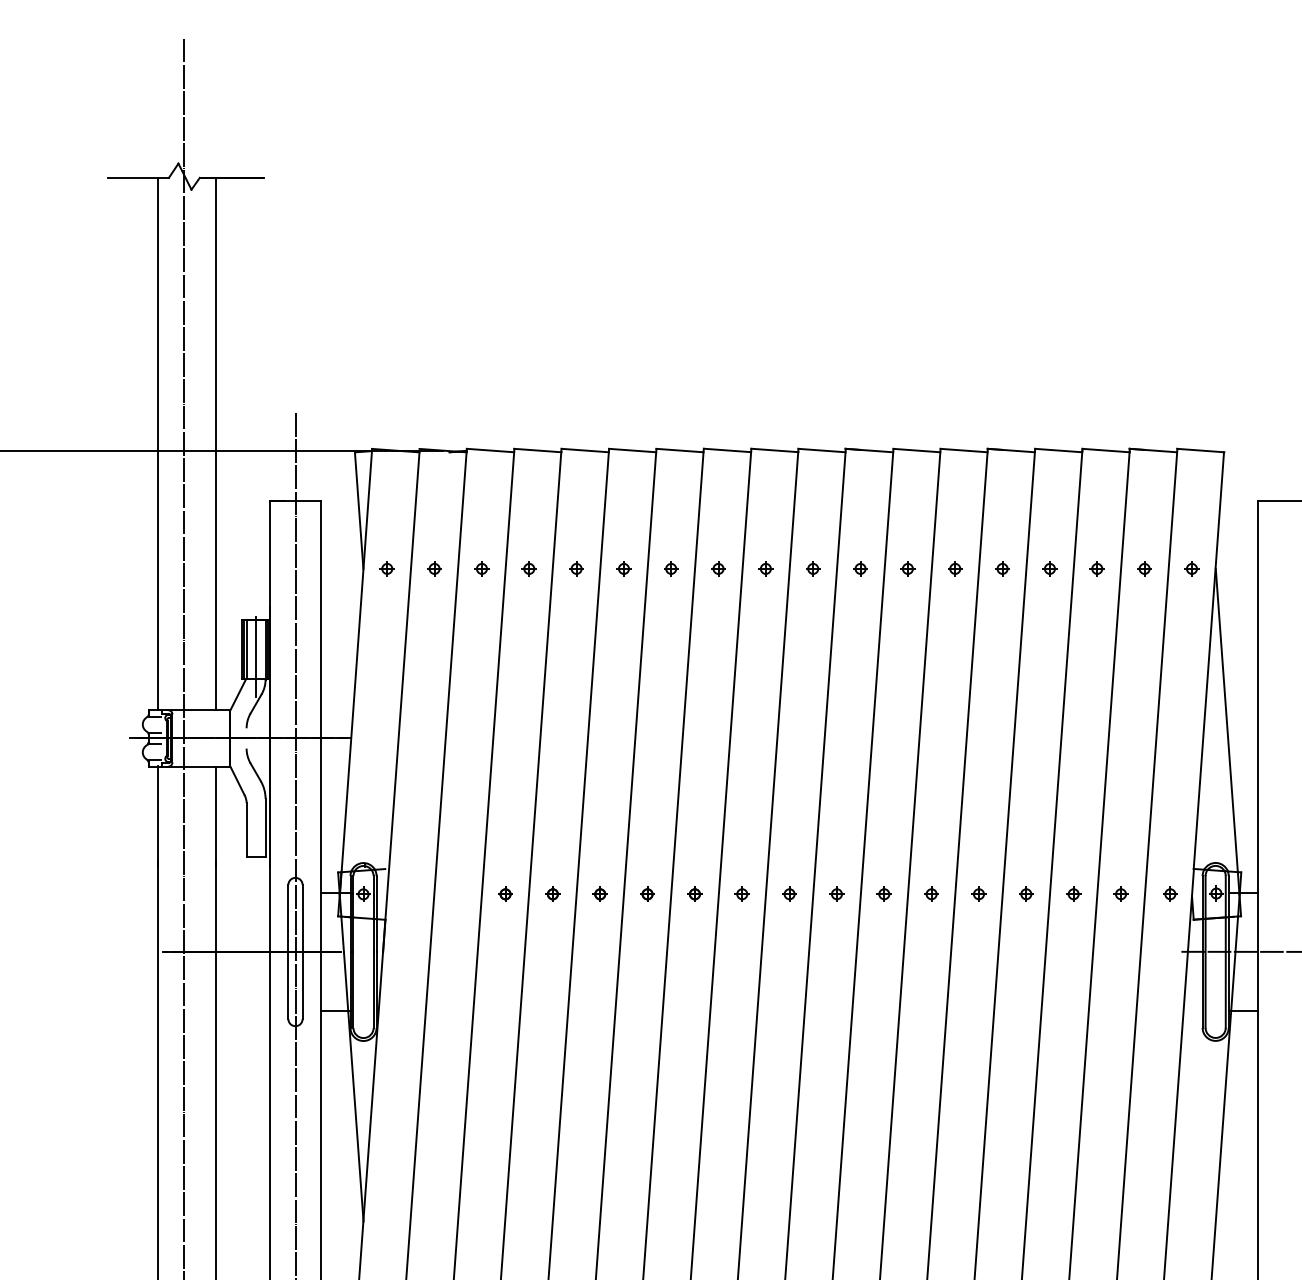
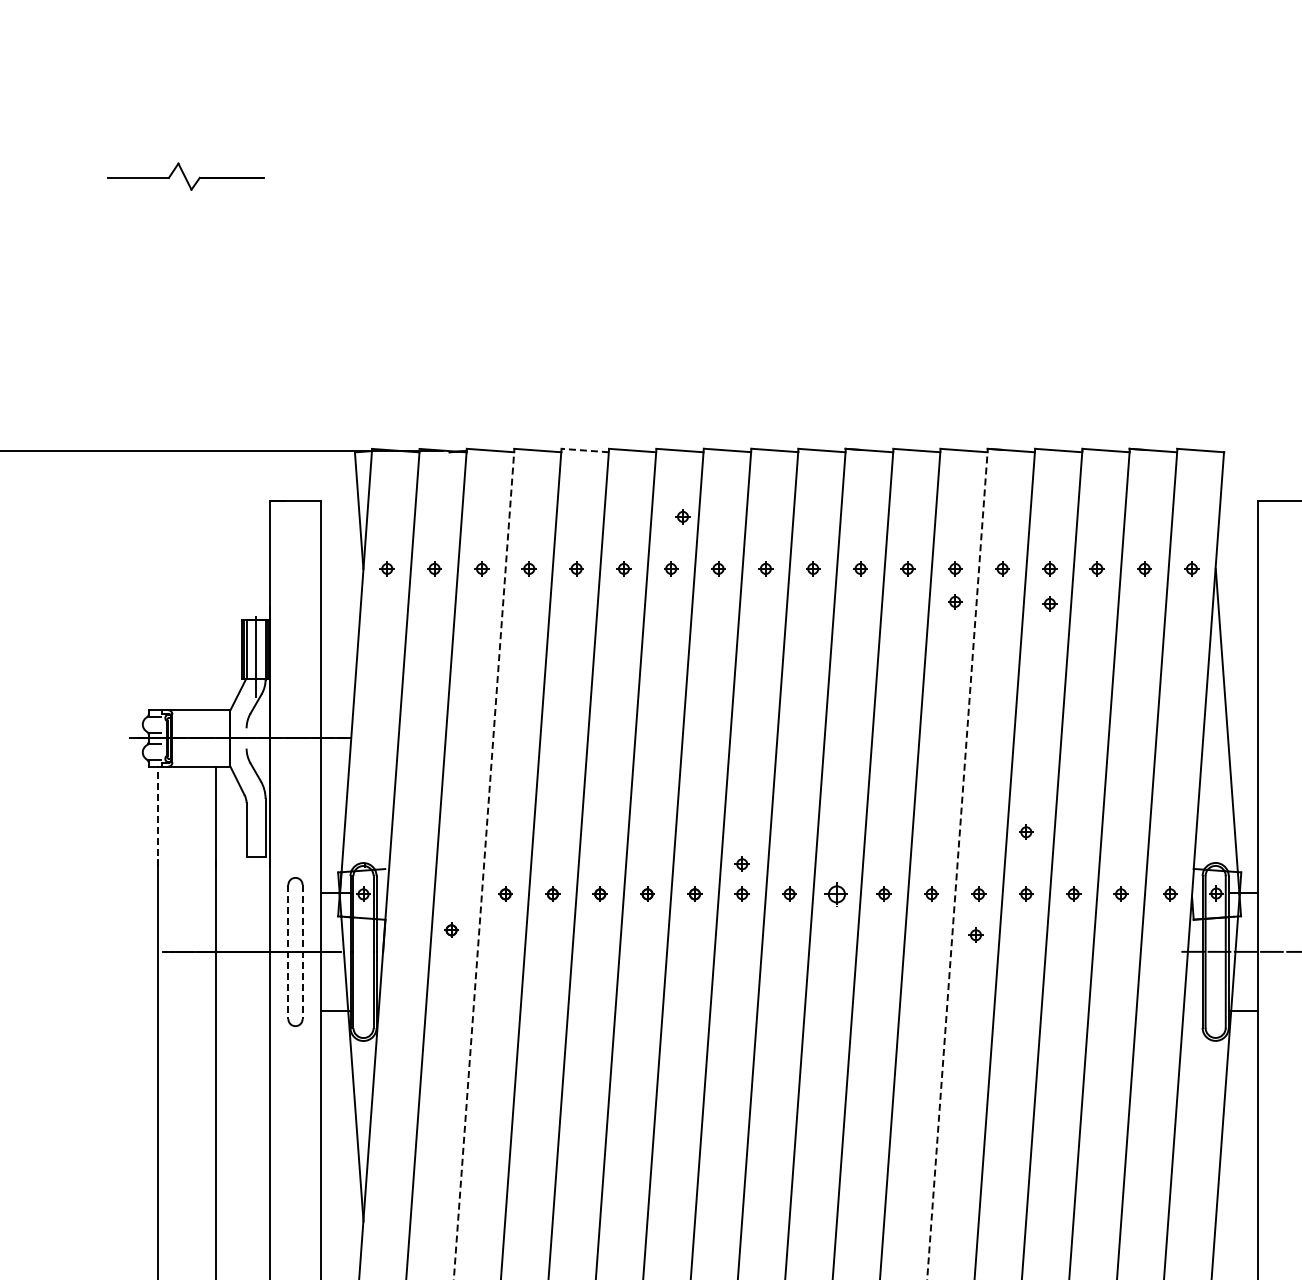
line at (157, 443): present -> none
line at (215, 443): present -> none
line at (585, 450): solid -> dashed
part at (682, 516): none -> present
part at (955, 601): none -> present
part at (1049, 603): none -> present
line at (183, 657): present -> none
line at (157, 816): solid -> dashed
part at (1026, 831): none -> present
line at (295, 844): present -> none
line at (484, 863): solid -> dashed
part at (741, 863): none -> present
line at (957, 863): solid -> dashed
part at (836, 893) size: 16x16 px -> 24x25 px
part at (451, 929): none -> present
part at (975, 934): none -> present
line at (288, 952): solid -> dashed
line at (302, 952): solid -> dashed
